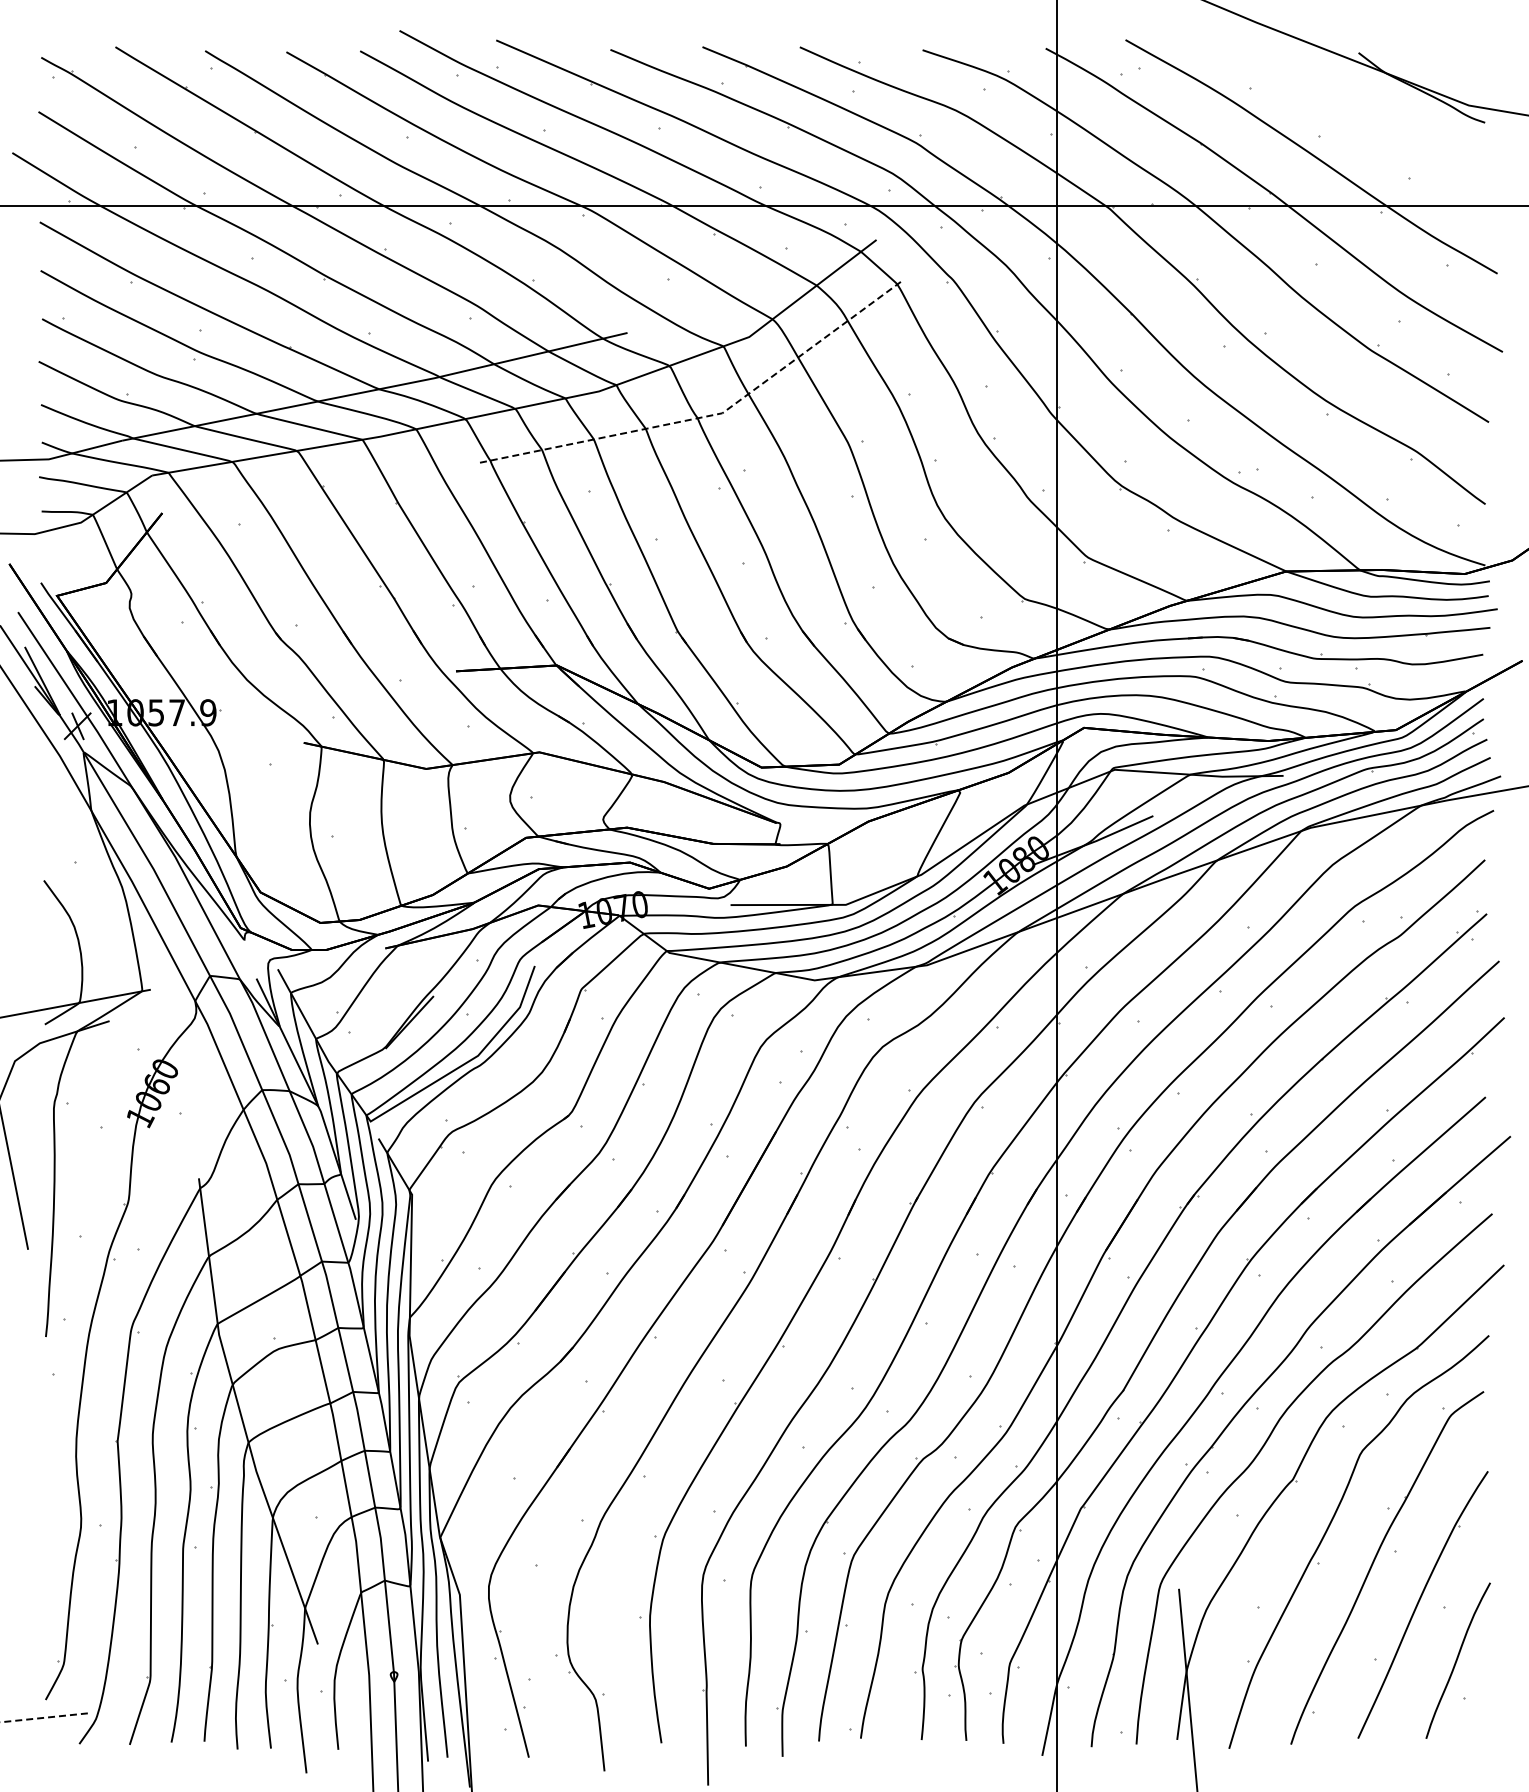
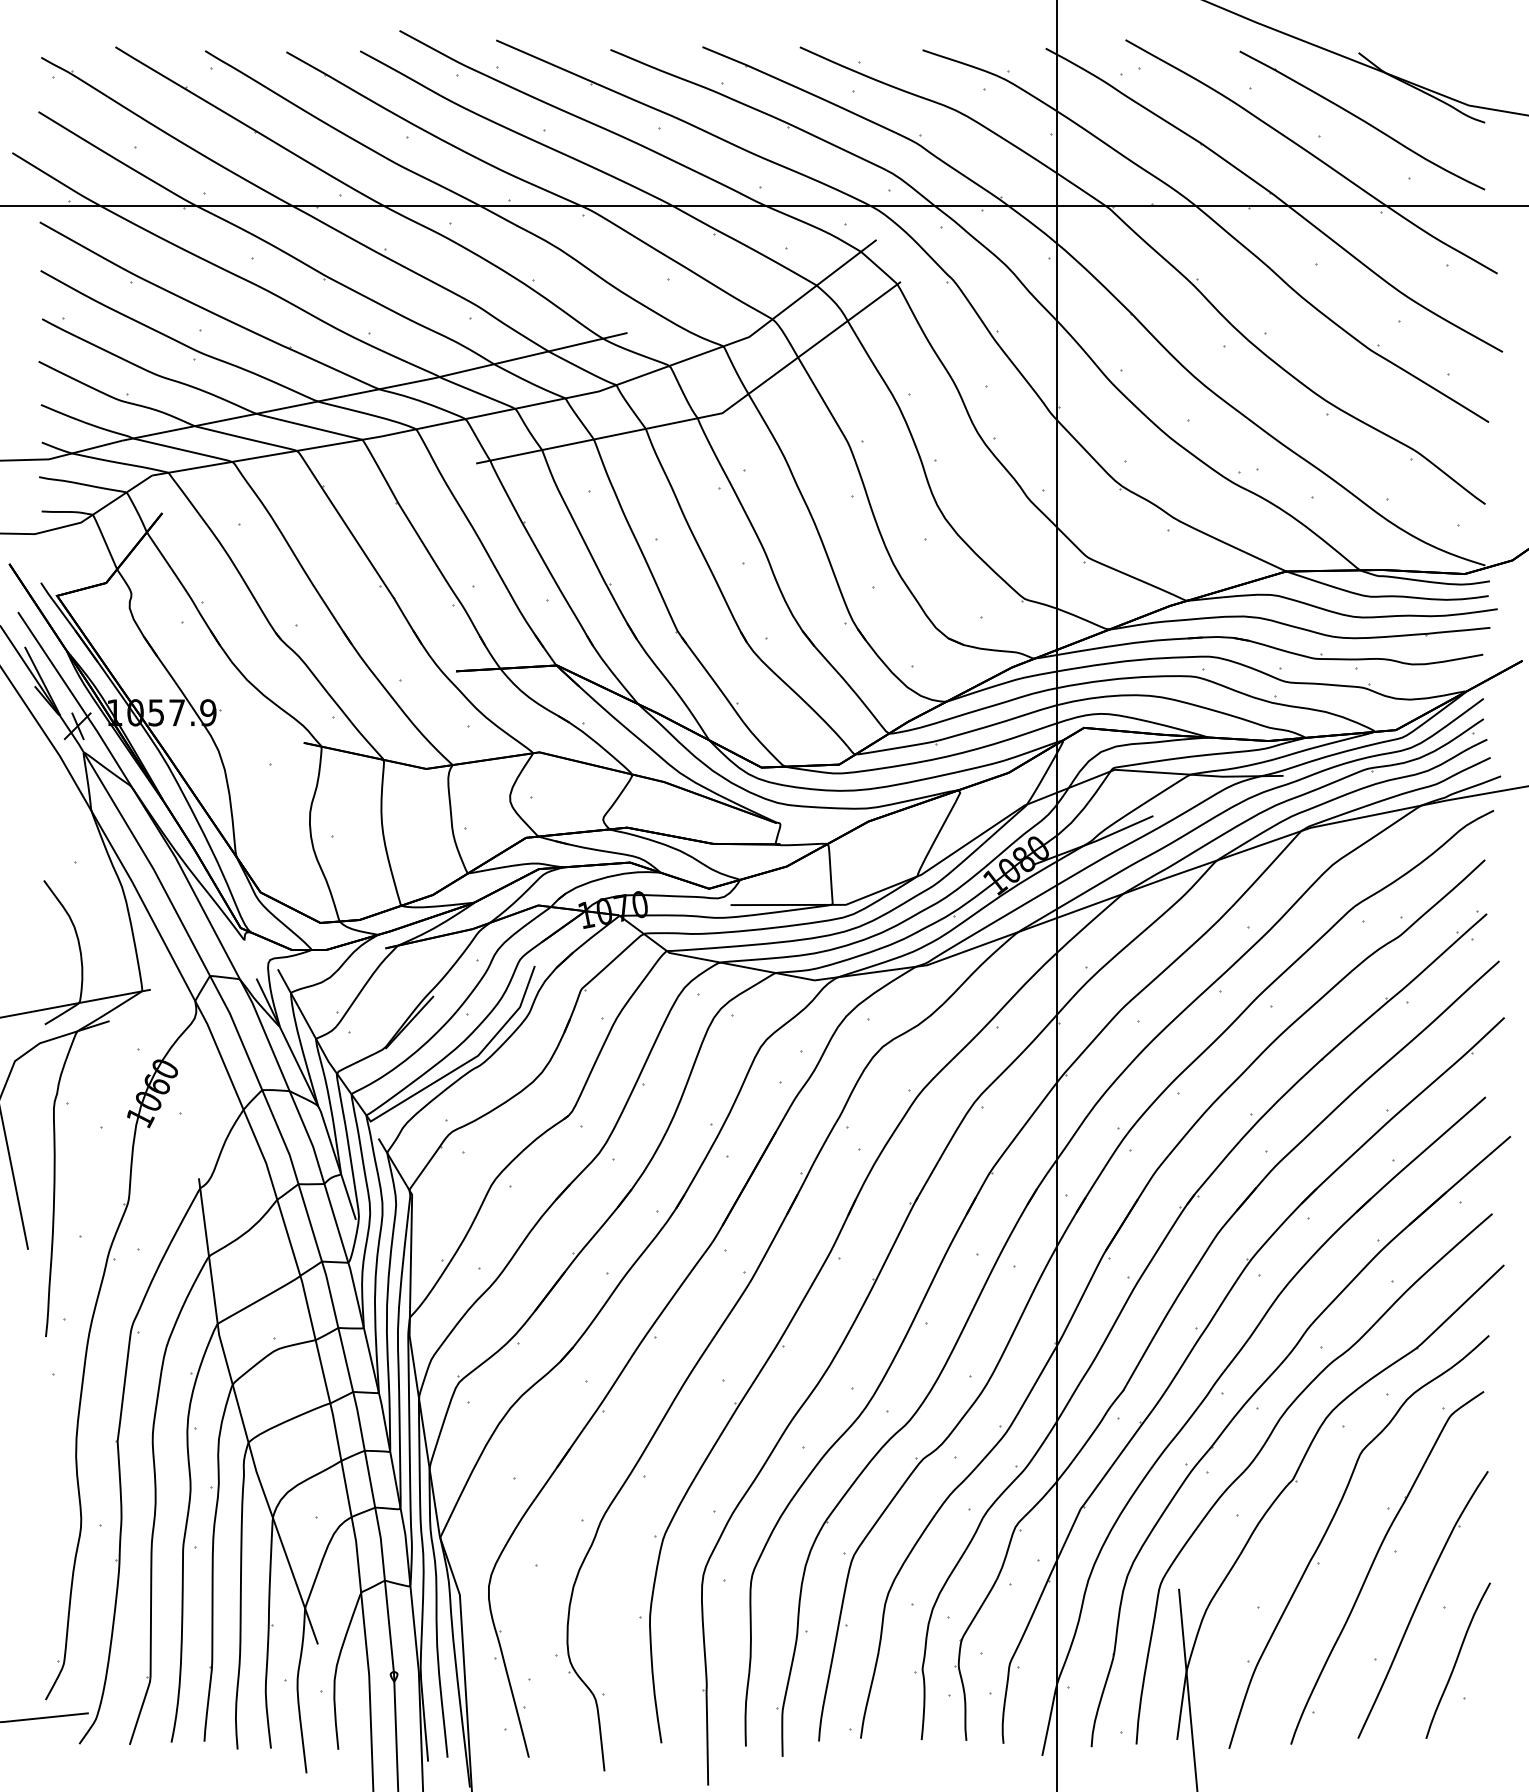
part at (1362, 120): none -> present
line at (707, 416): dashed -> solid
line at (44, 1717): dashed -> solid
